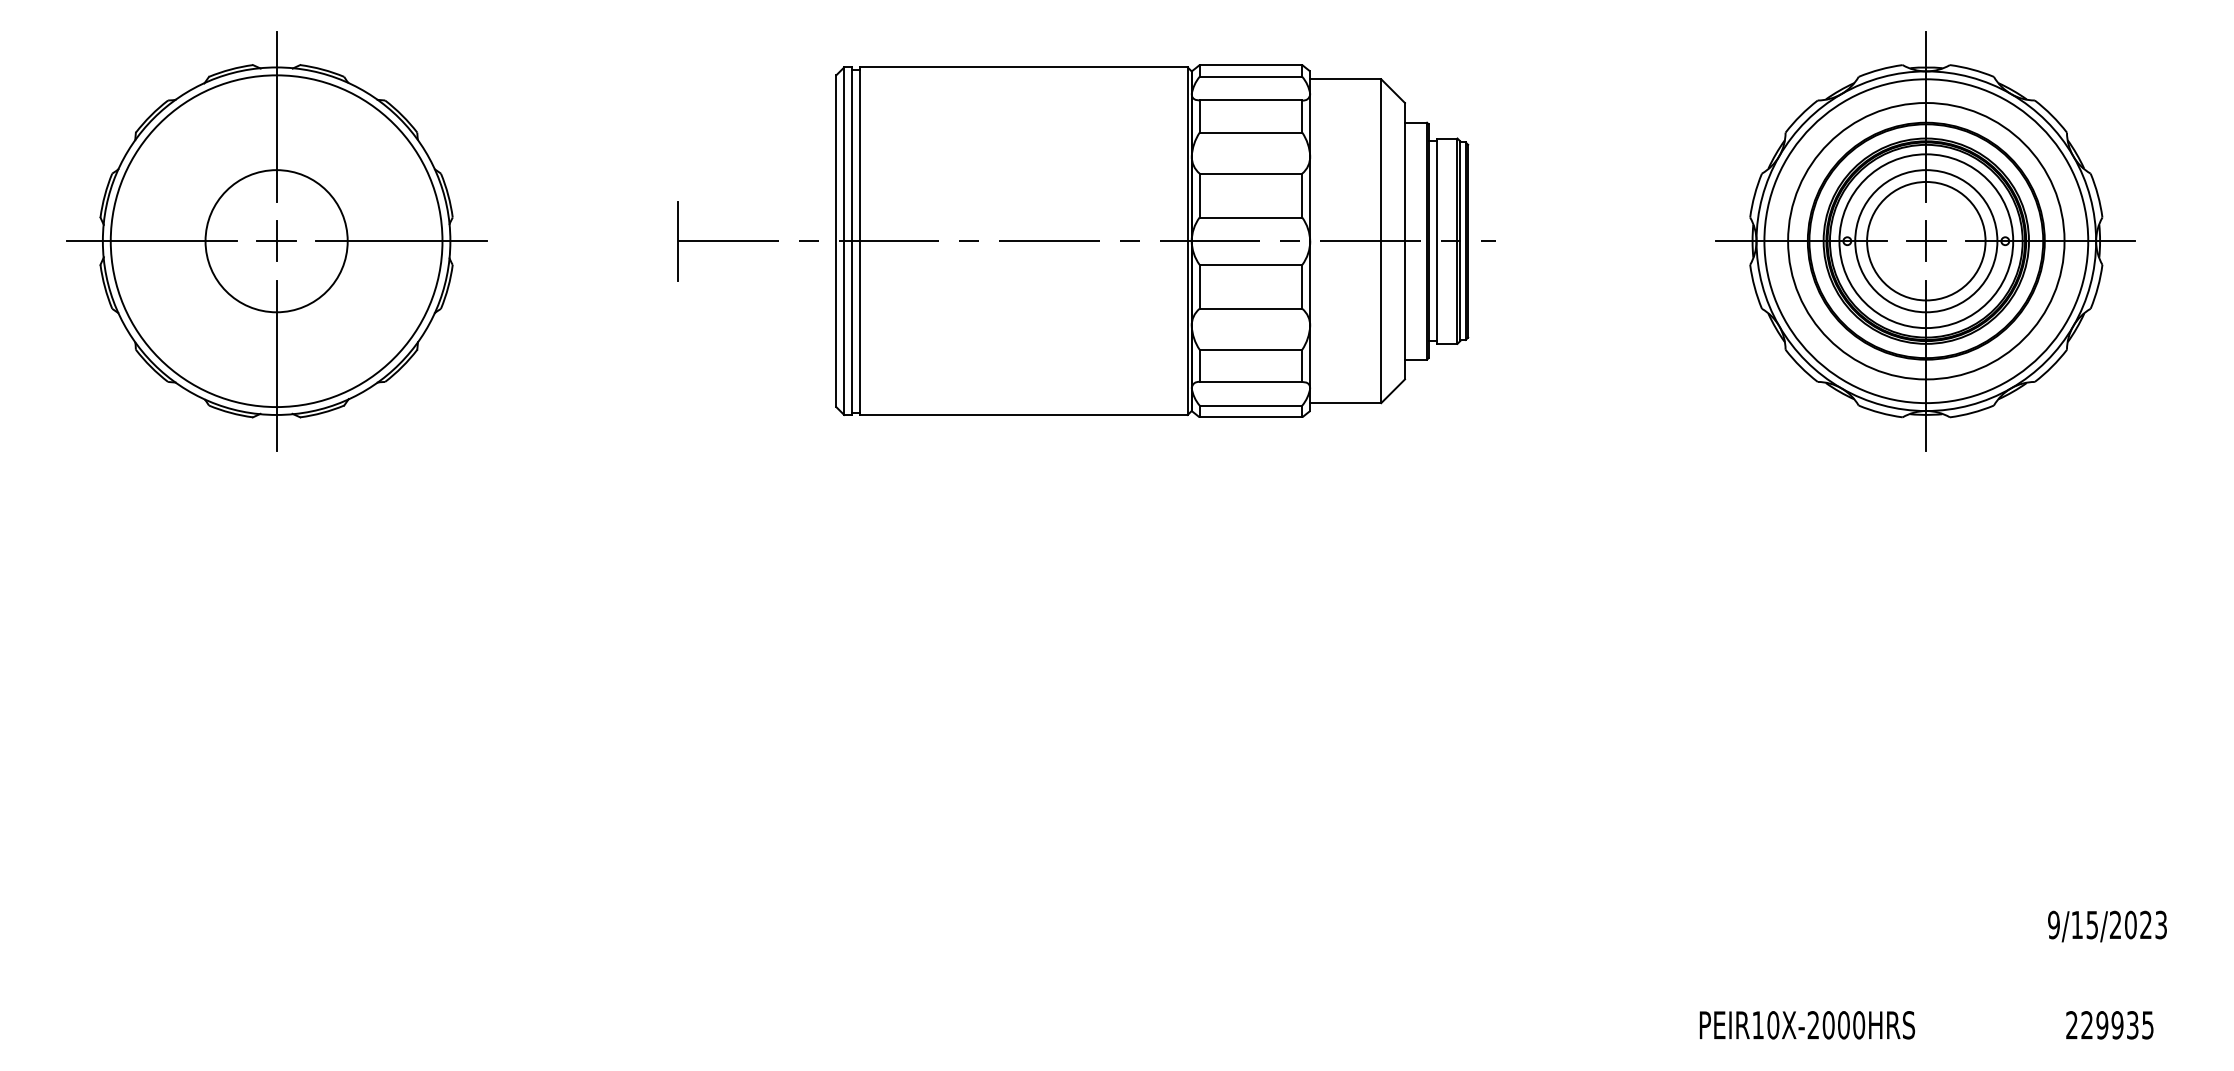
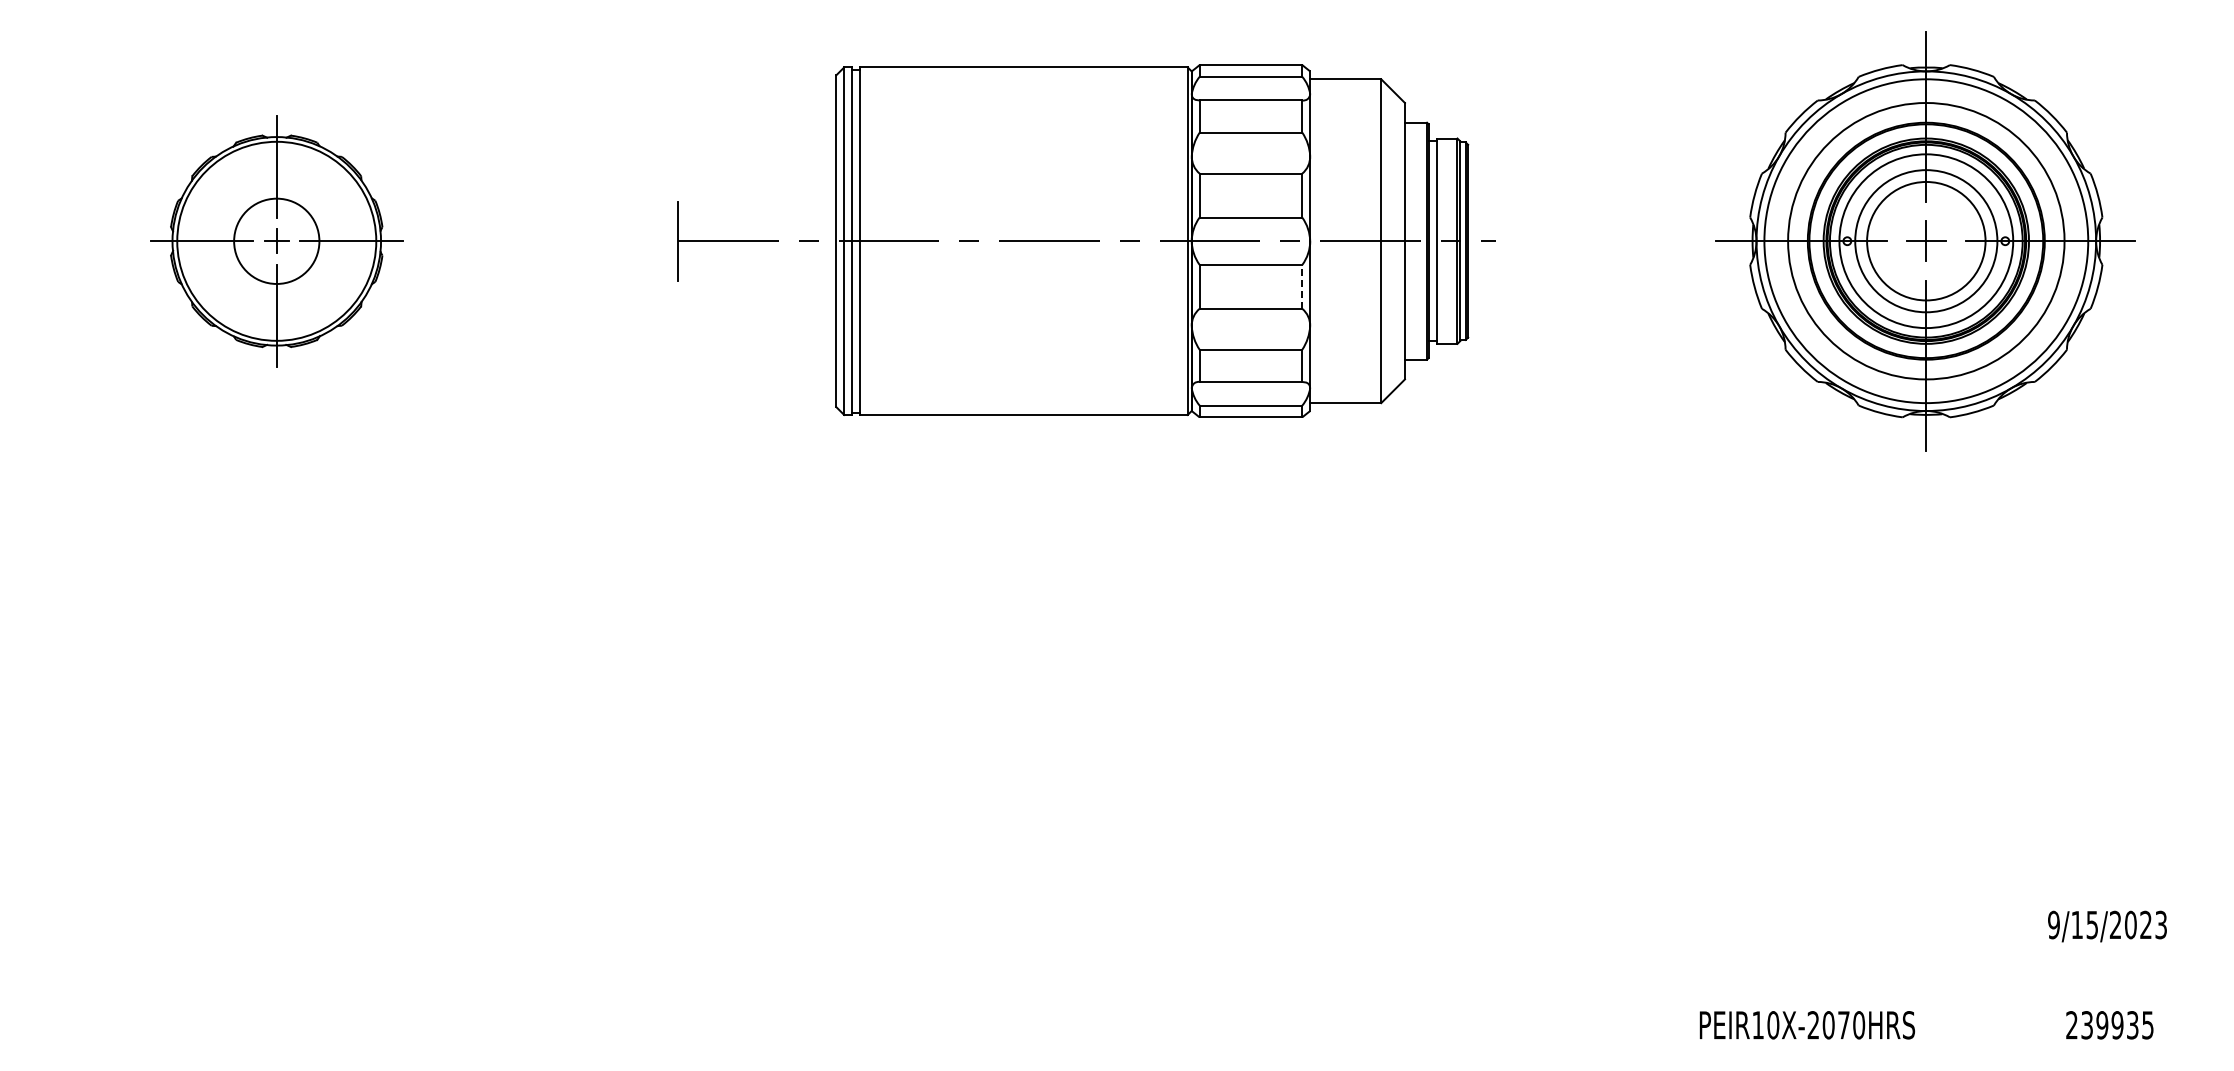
part at (276, 241) size: 422x421 px -> 254x253 px
line at (1302, 286): solid -> dashed
text at (1843, 1025): PEIR10X-2000HRS -> PEIR10X-2070HRS
text at (2086, 1025): 229935 -> 239935
